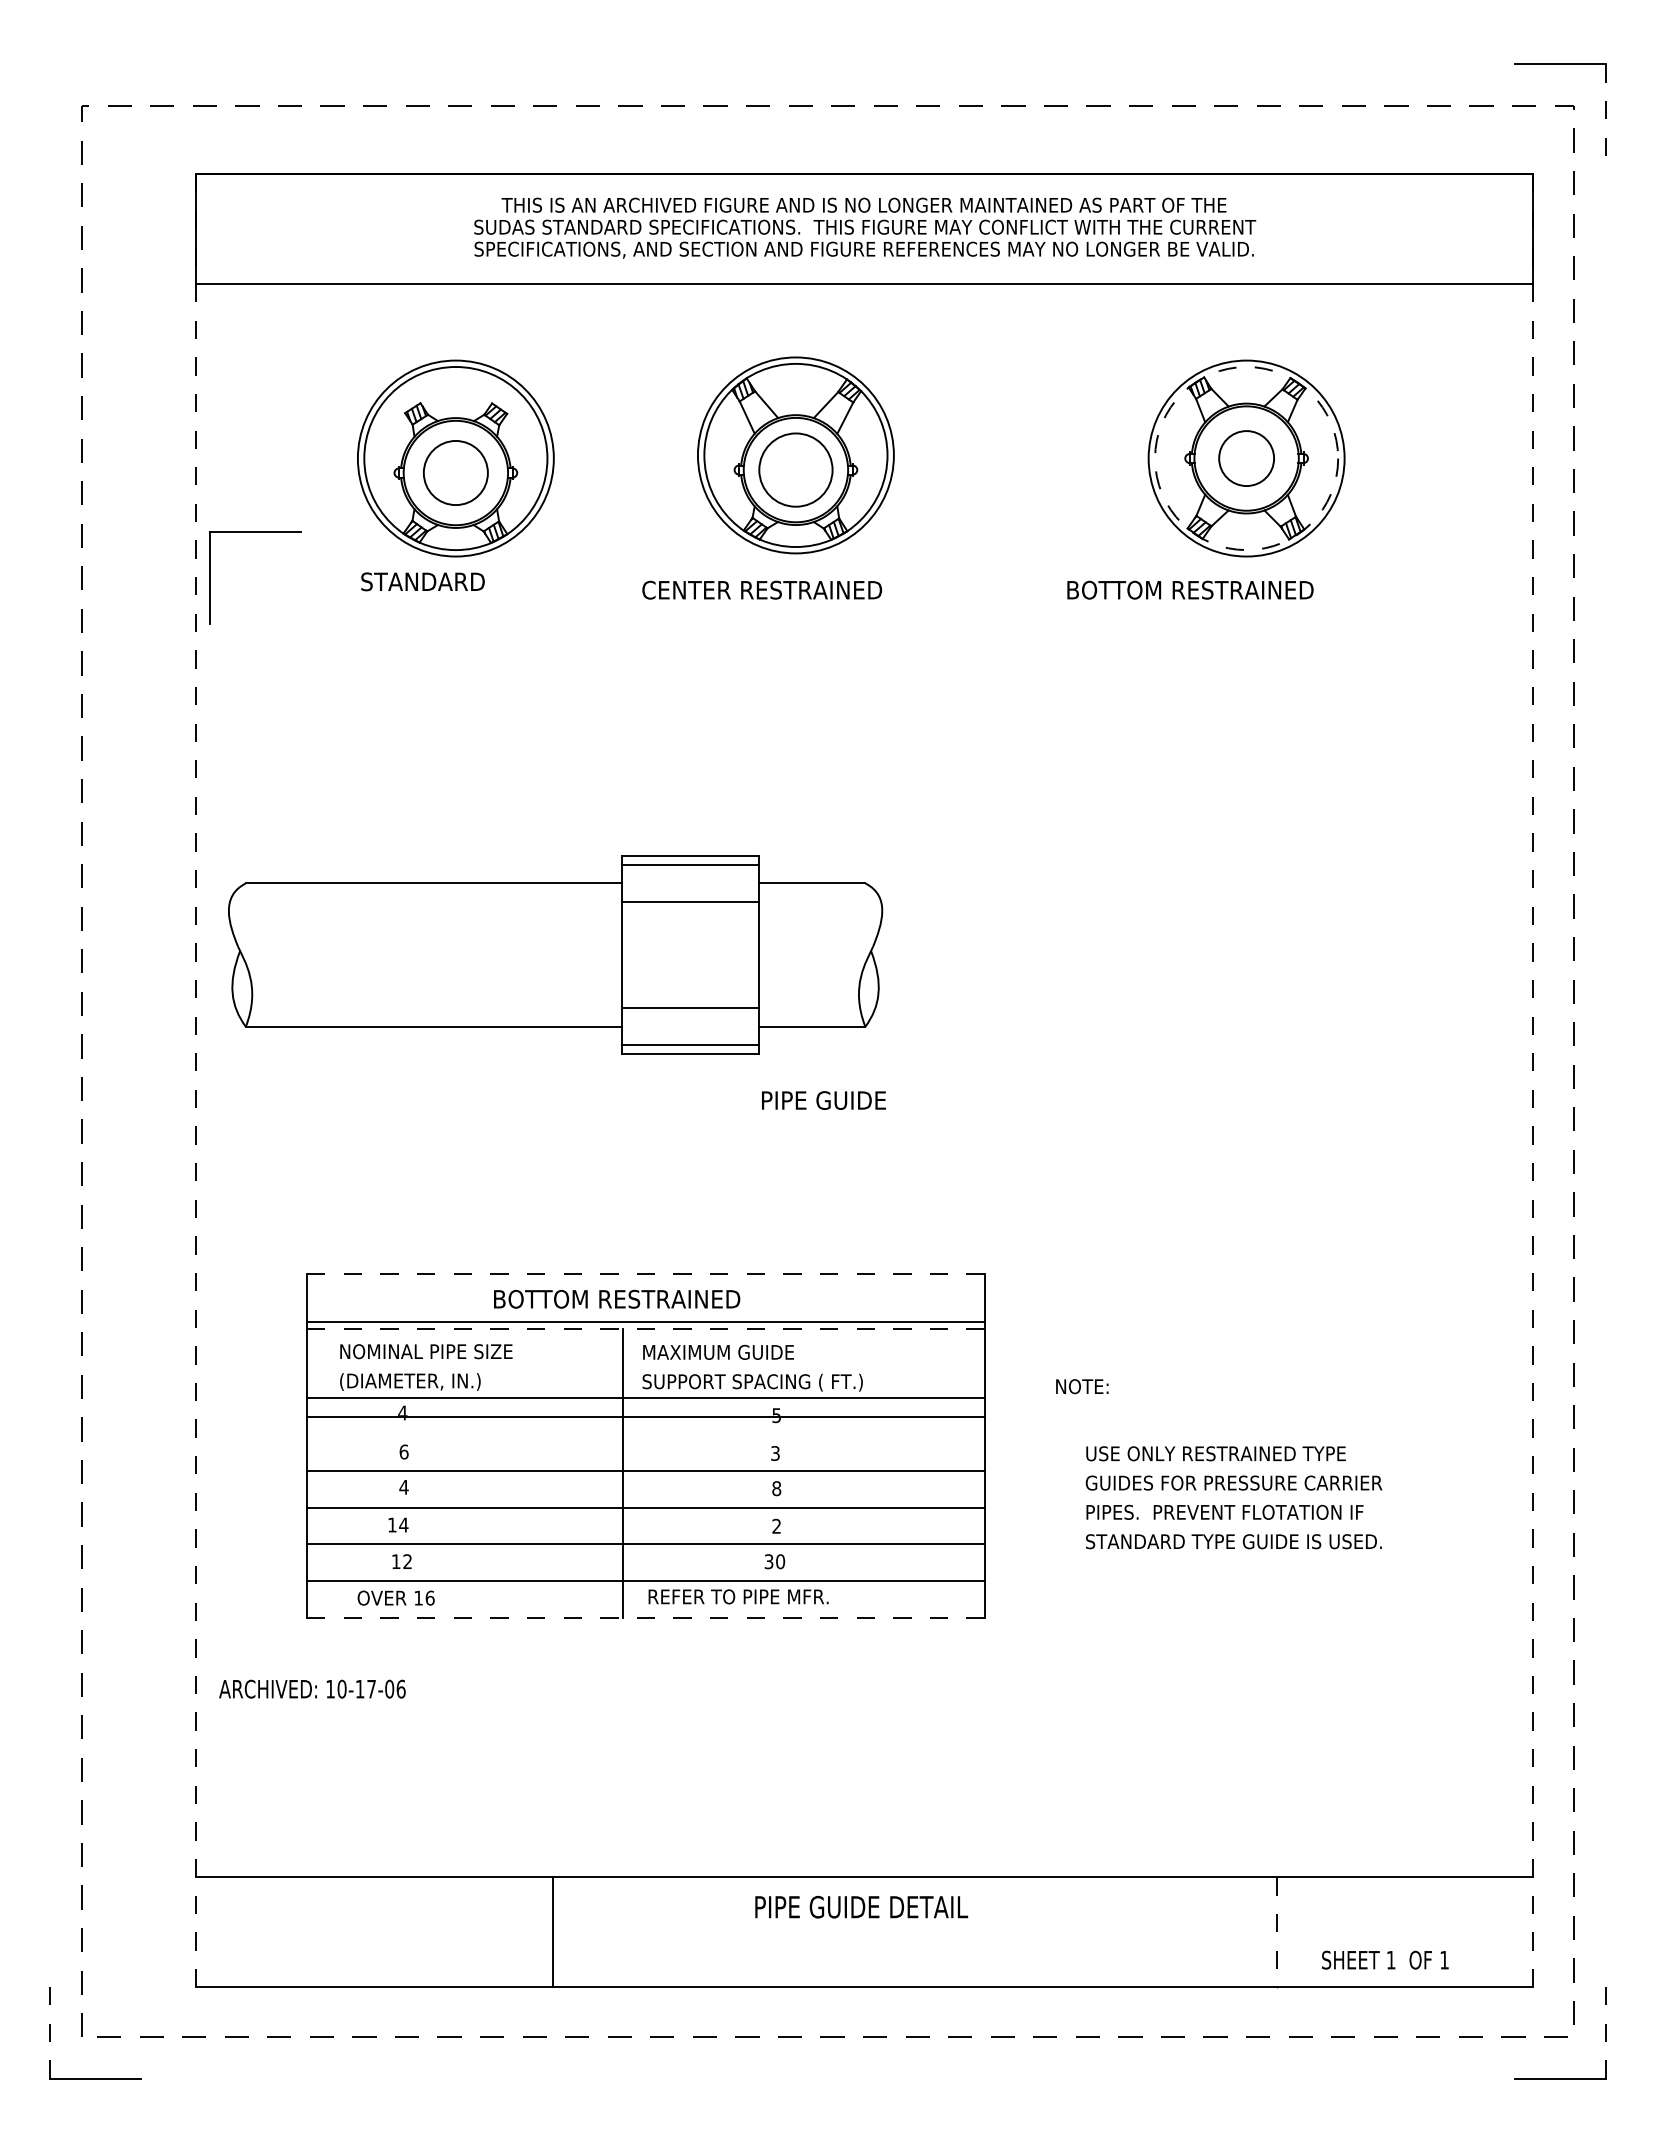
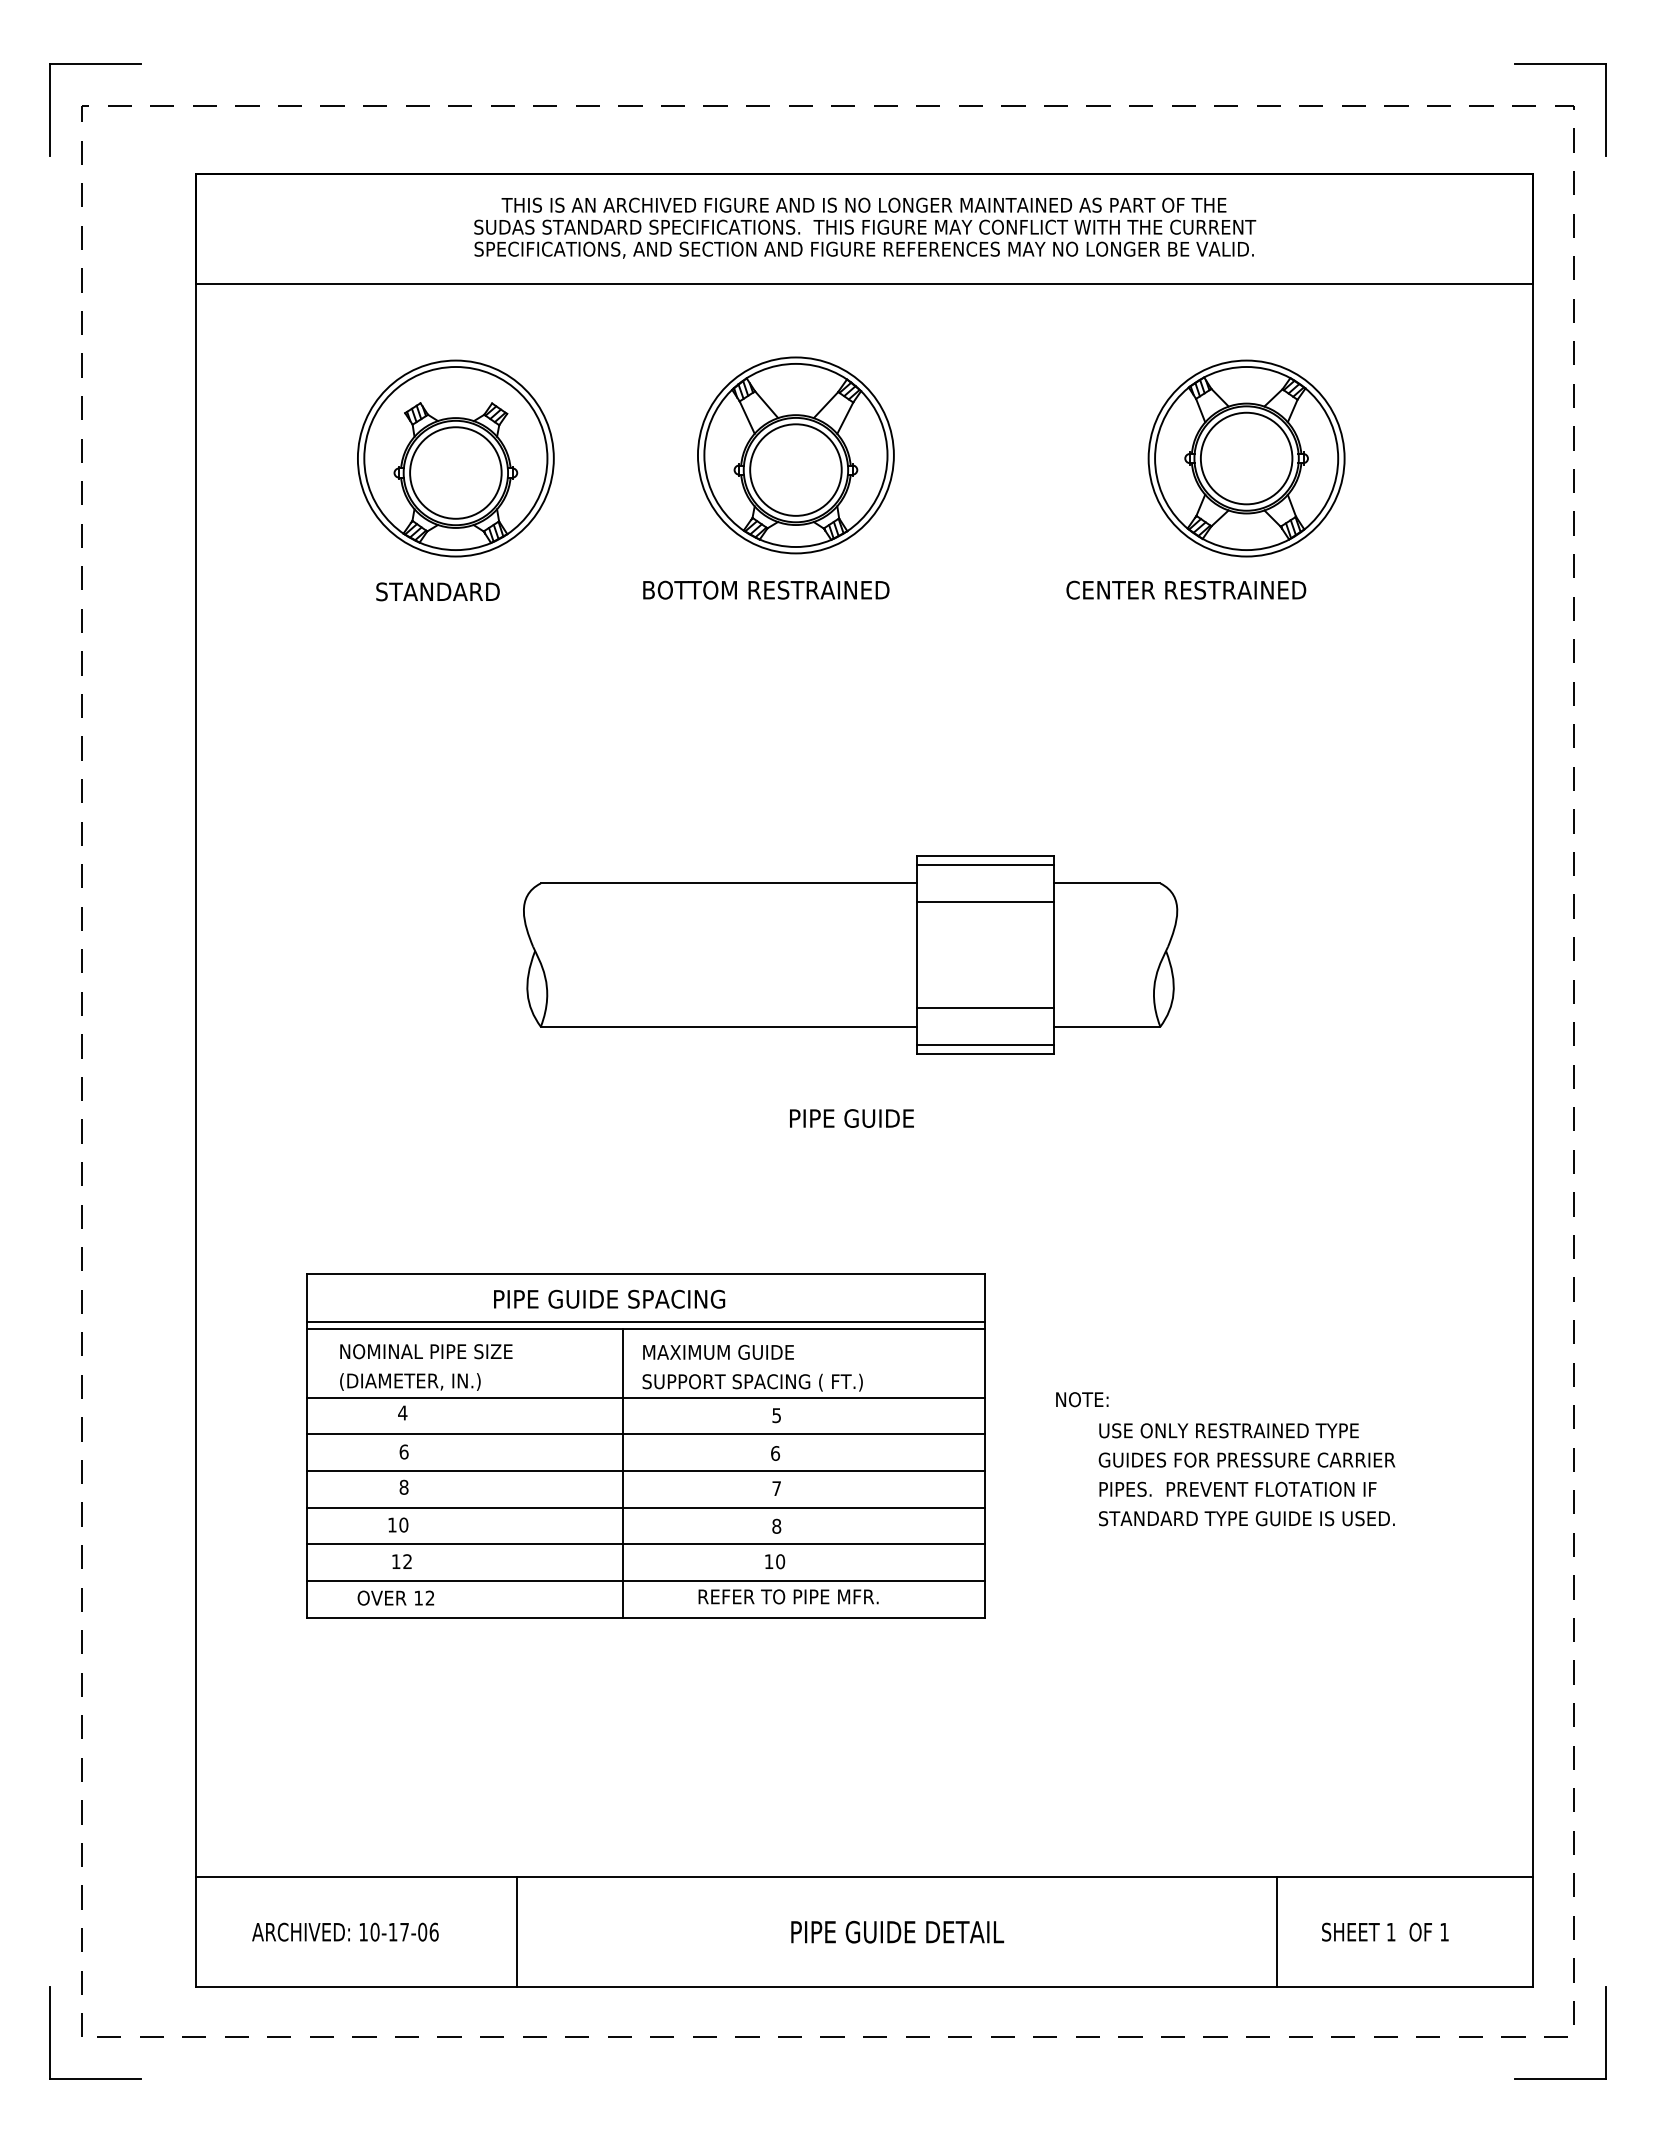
line at (1606, 110): dashed -> solid
circle at (1246, 458) diameter: 55 px -> 92 px
circle at (1246, 458): dashed -> solid
circle at (795, 469) diameter: 73 px -> 92 px
circle at (455, 472) diameter: 64 px -> 92 px
part at (255, 532) position: (255, 532) -> (95, 64)
text at (422, 581) position: (422, 581) -> (437, 591)
text at (765, 589): CENTER RESTRAINED -> BOTTOM RESTRAINED
text at (1189, 589): BOTTOM RESTRAINED -> CENTER RESTRAINED
part at (555, 954) position: (555, 954) -> (850, 954)
line at (196, 1081): dashed -> solid
line at (1533, 1081): dashed -> solid
text at (823, 1100) position: (823, 1100) -> (851, 1118)
line at (645, 1273): dashed -> solid
text at (618, 1298): BOTTOM RESTRAINED -> PIPE GUIDE SPACING
line at (645, 1328): dashed -> solid
text at (1082, 1386) position: (1082, 1386) -> (1082, 1399)
line at (645, 1417) position: (645, 1417) -> (645, 1434)
text at (775, 1453): 3 -> 6
text at (403, 1486): 4 -> 8
text at (776, 1488): 8 -> 7
text at (1233, 1497) position: (1233, 1497) -> (1246, 1474)
text at (403, 1524): 14 -> 10
text at (776, 1525): 2 -> 8
text at (768, 1561): 30 -> 10
text at (738, 1596) position: (738, 1596) -> (788, 1596)
text at (429, 1597): 16 -> 12
line at (645, 1617): dashed -> solid
text at (312, 1688) position: (312, 1688) -> (345, 1931)
text at (861, 1906) position: (861, 1906) -> (897, 1931)
line at (552, 1932) position: (552, 1932) -> (516, 1932)
line at (1276, 1932): dashed -> solid
text at (1385, 1959) position: (1385, 1959) -> (1385, 1931)
line at (49, 2032): dashed -> solid
line at (1606, 2032): dashed -> solid
